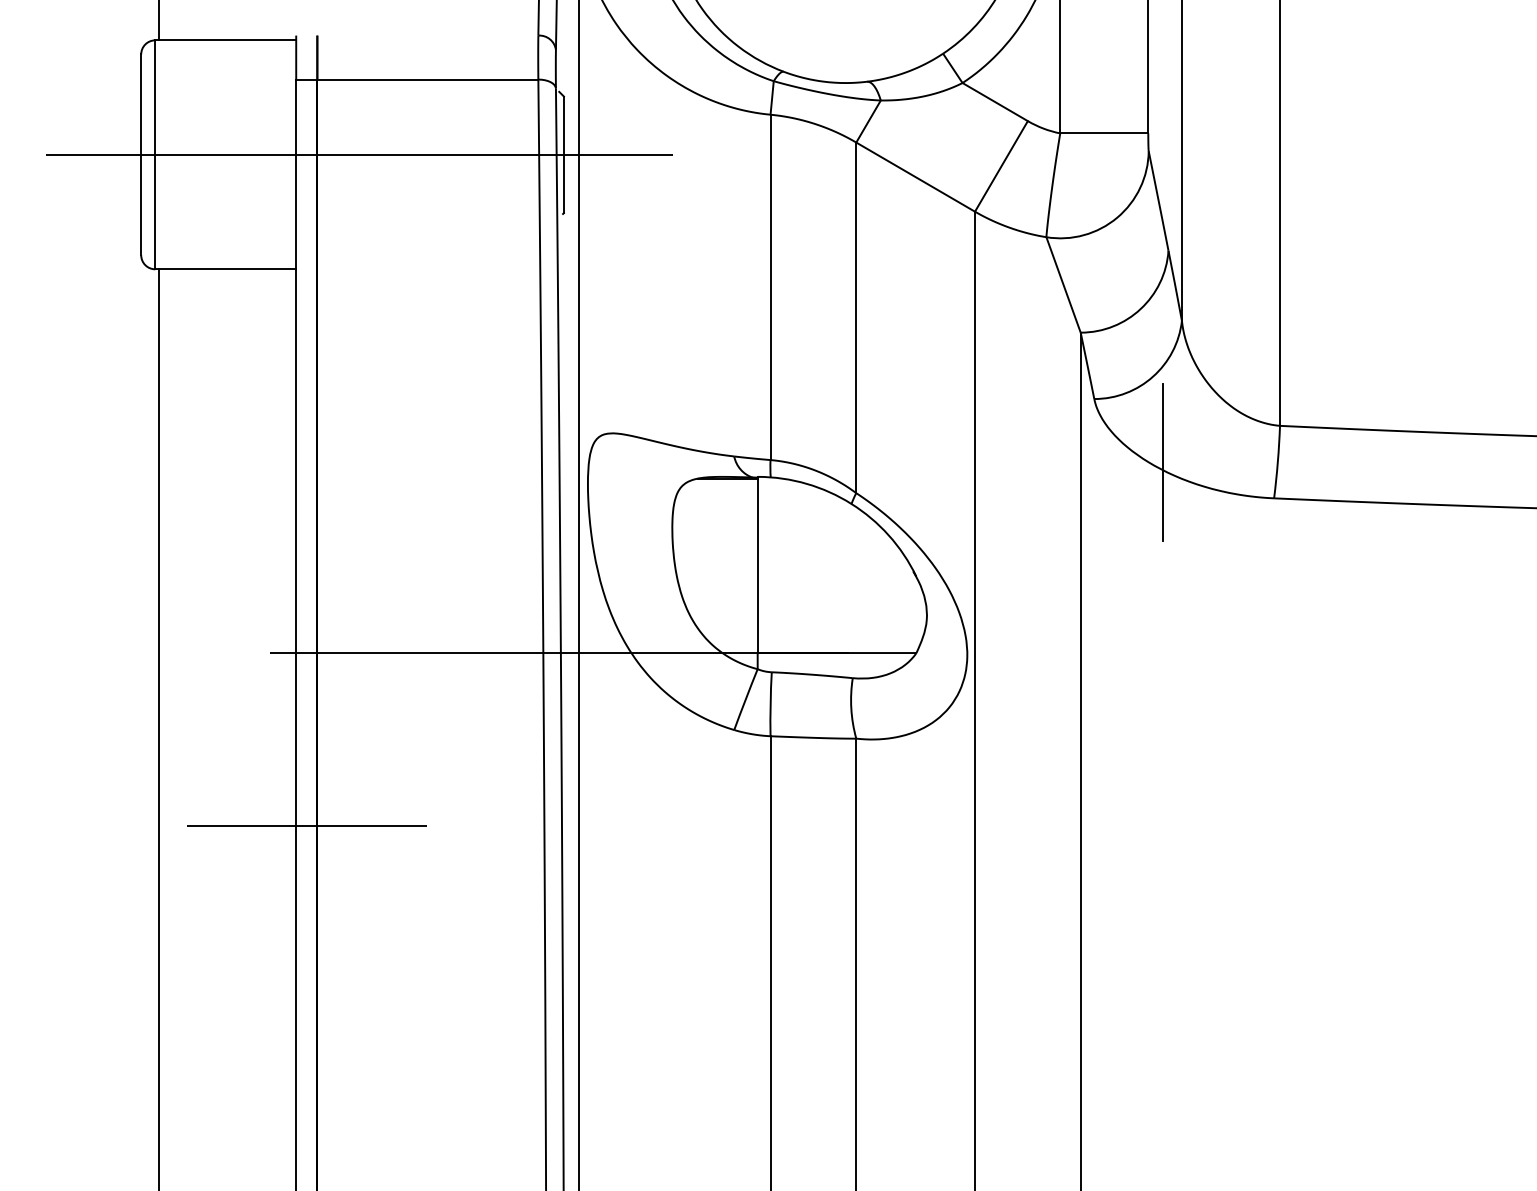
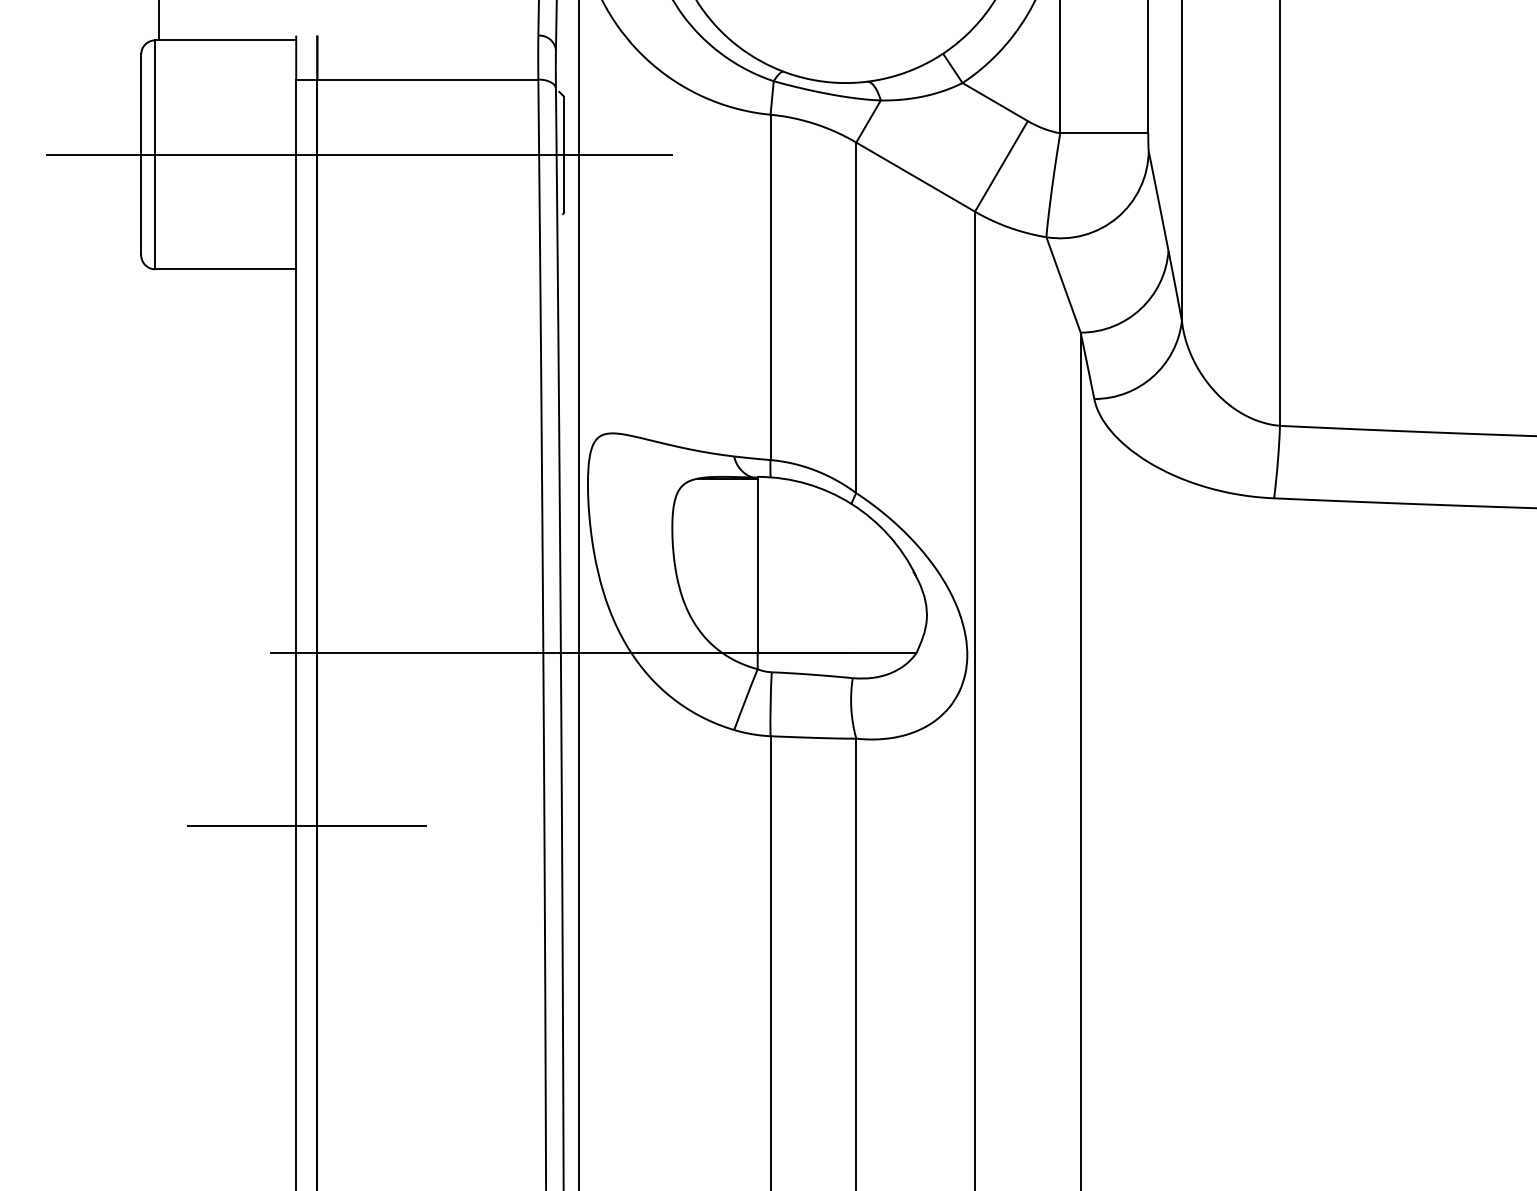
line at (1162, 462): present -> none
line at (158, 728): present -> none
